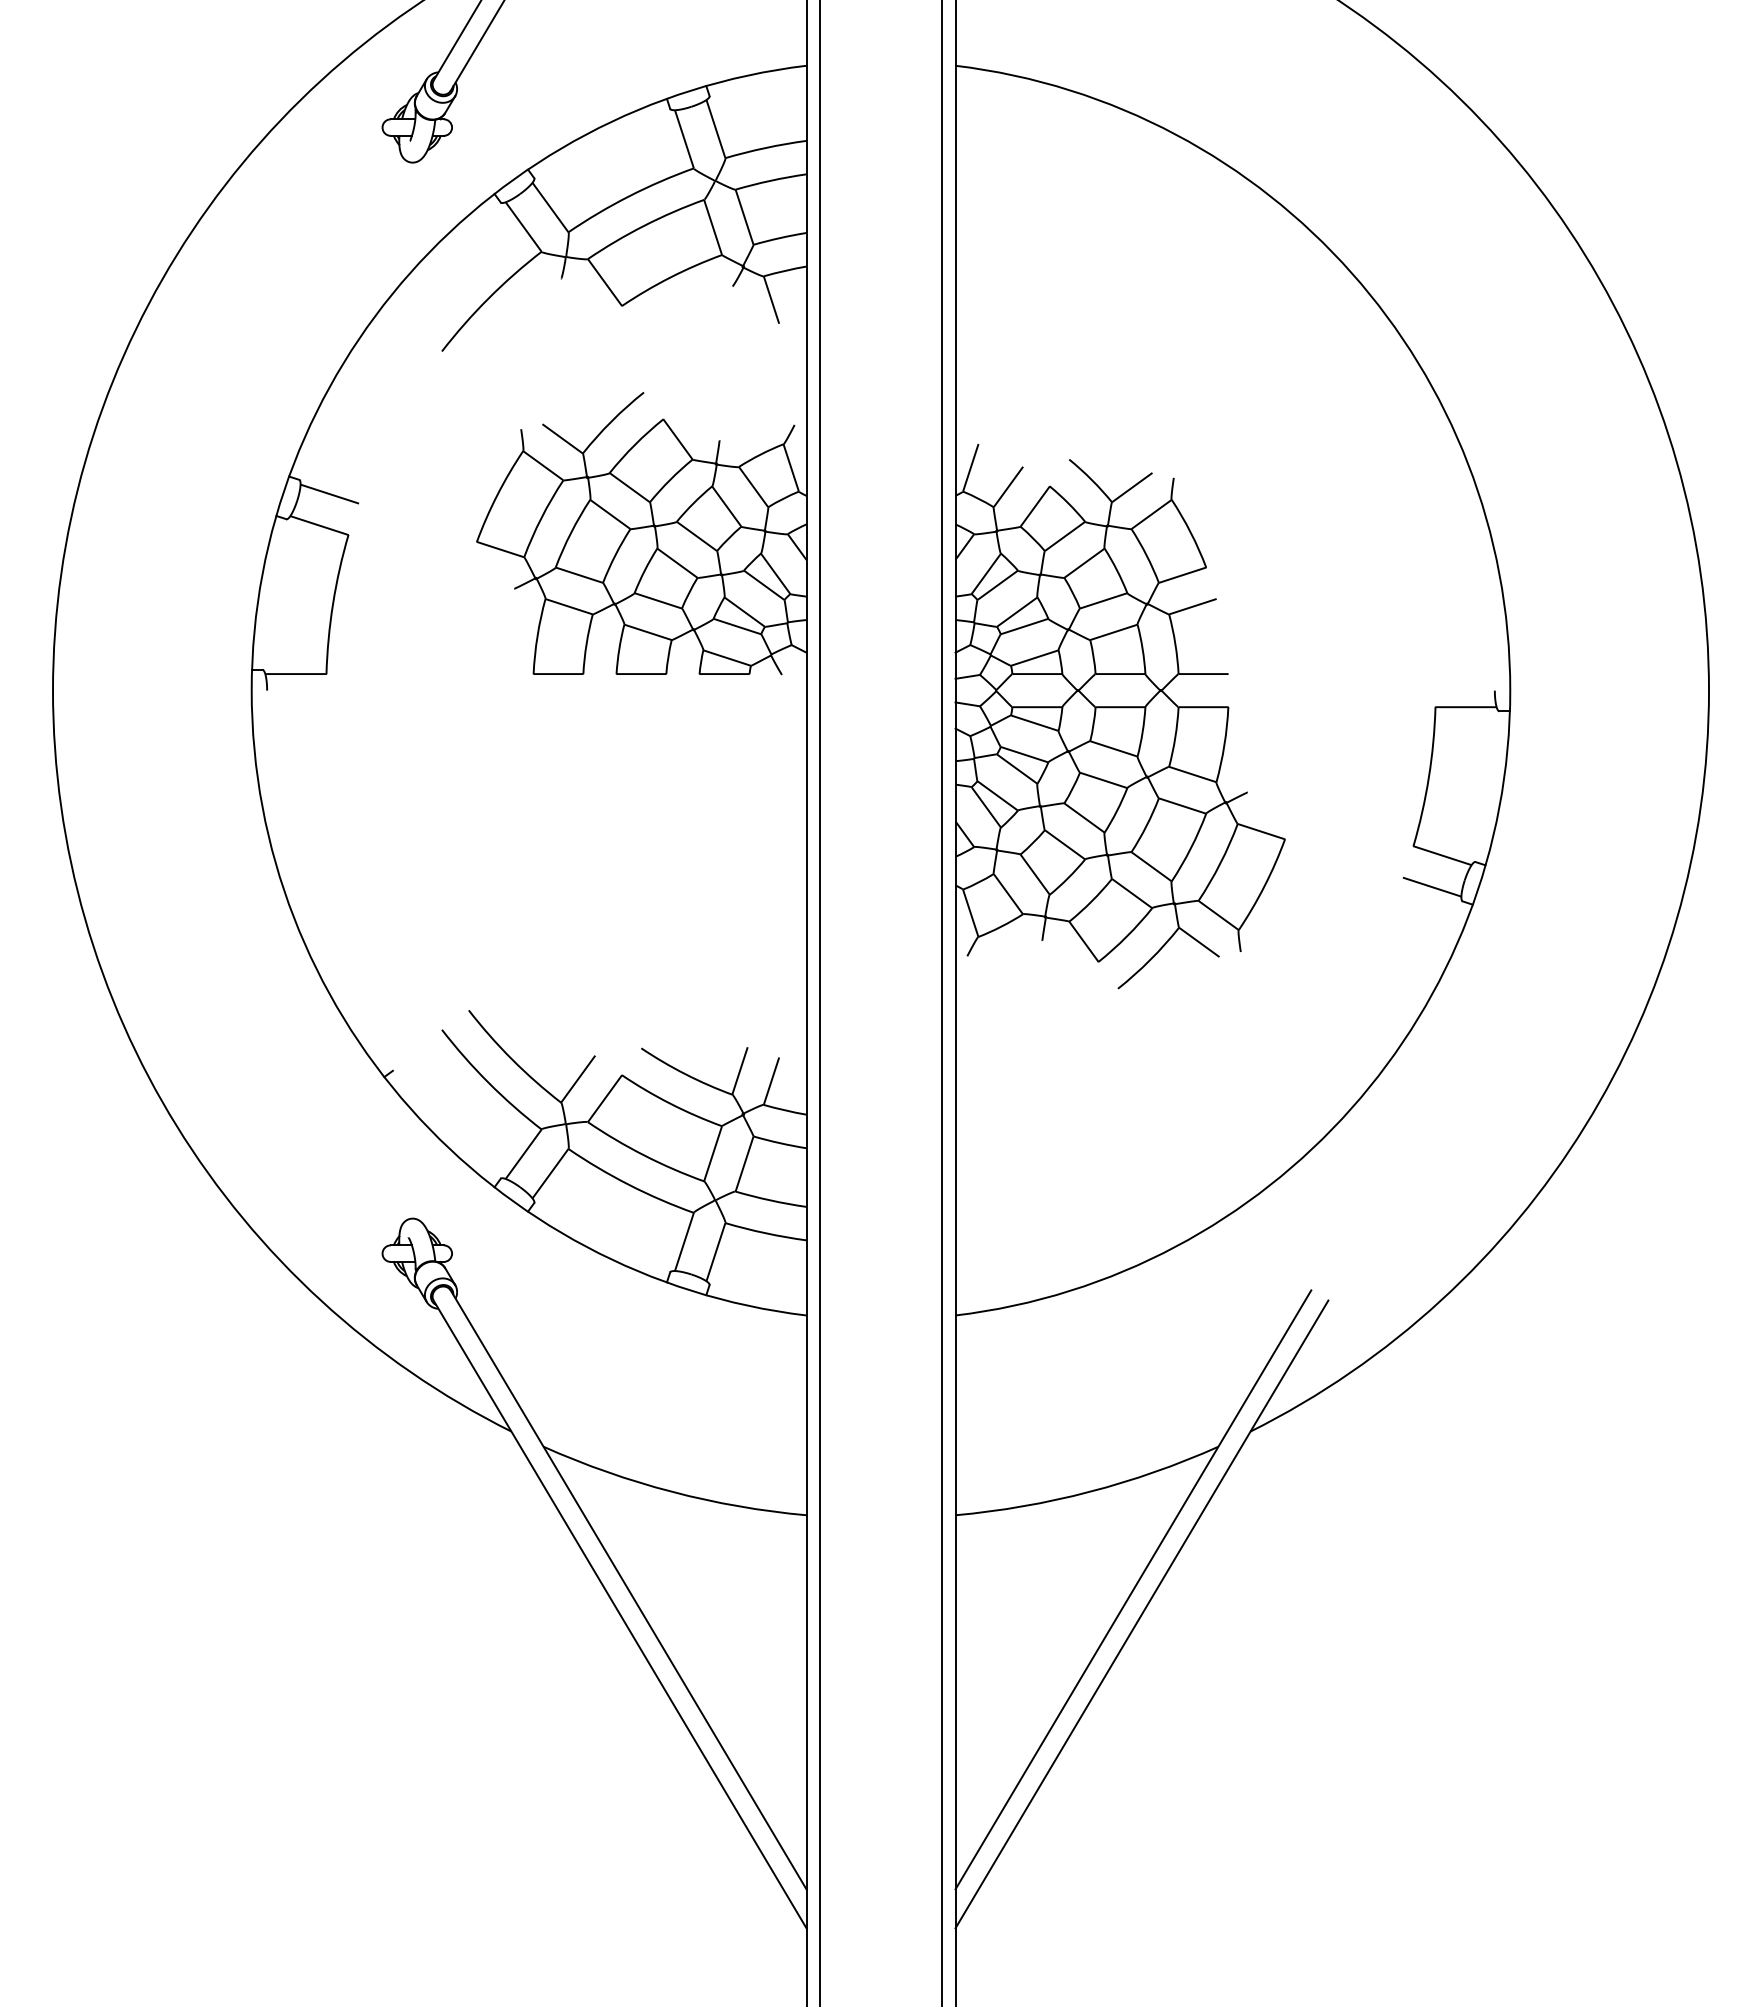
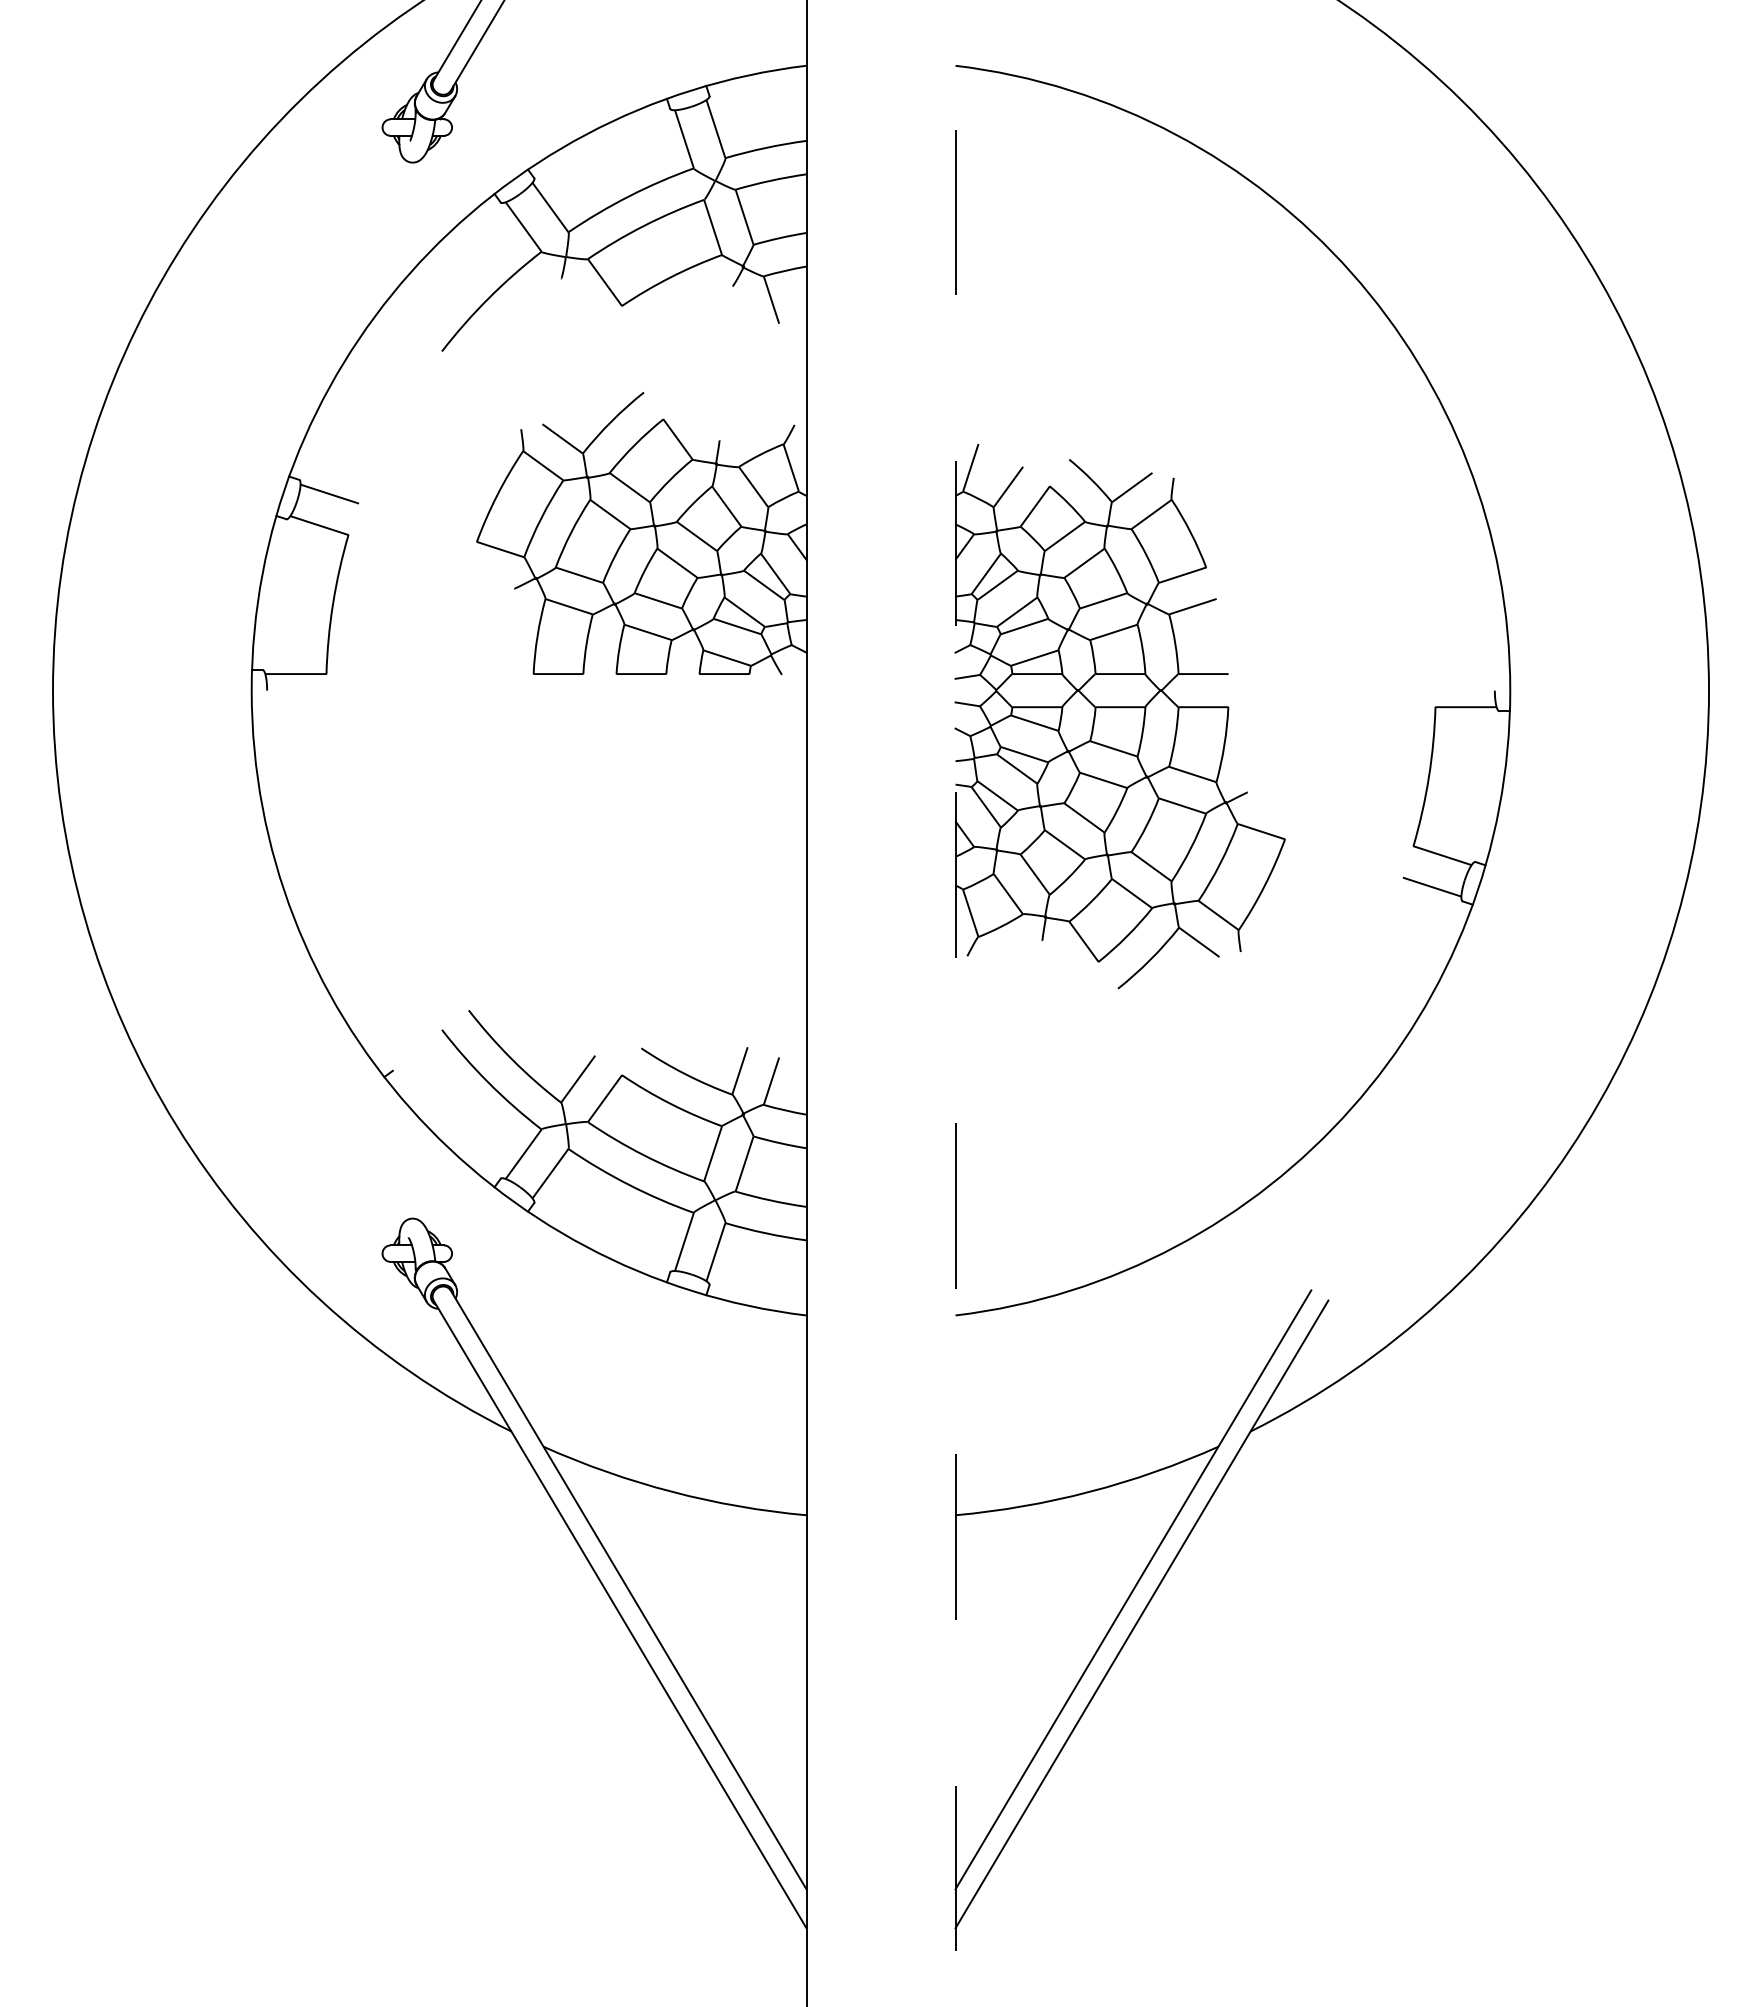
line at (819, 1002): present -> none
line at (942, 1002): present -> none
line at (955, 1004): solid -> dashed
